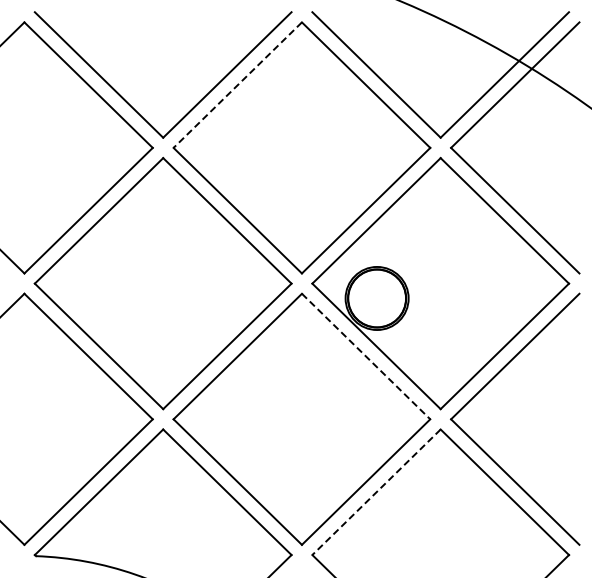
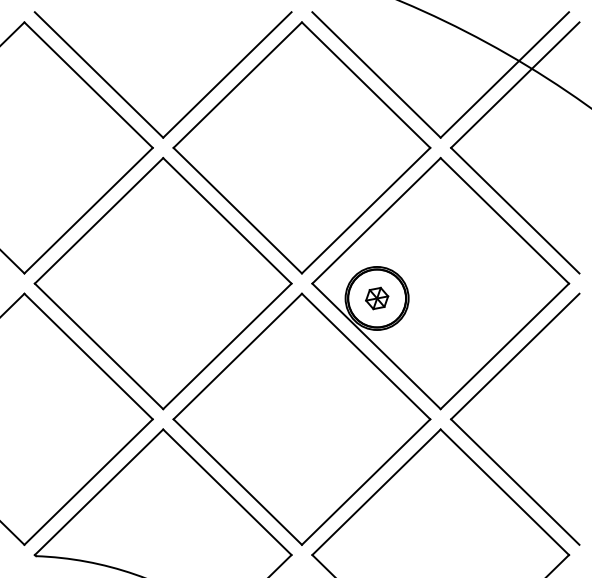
line at (237, 85): dashed -> solid
part at (377, 298): none -> present
line at (366, 356): dashed -> solid
line at (376, 492): dashed -> solid
